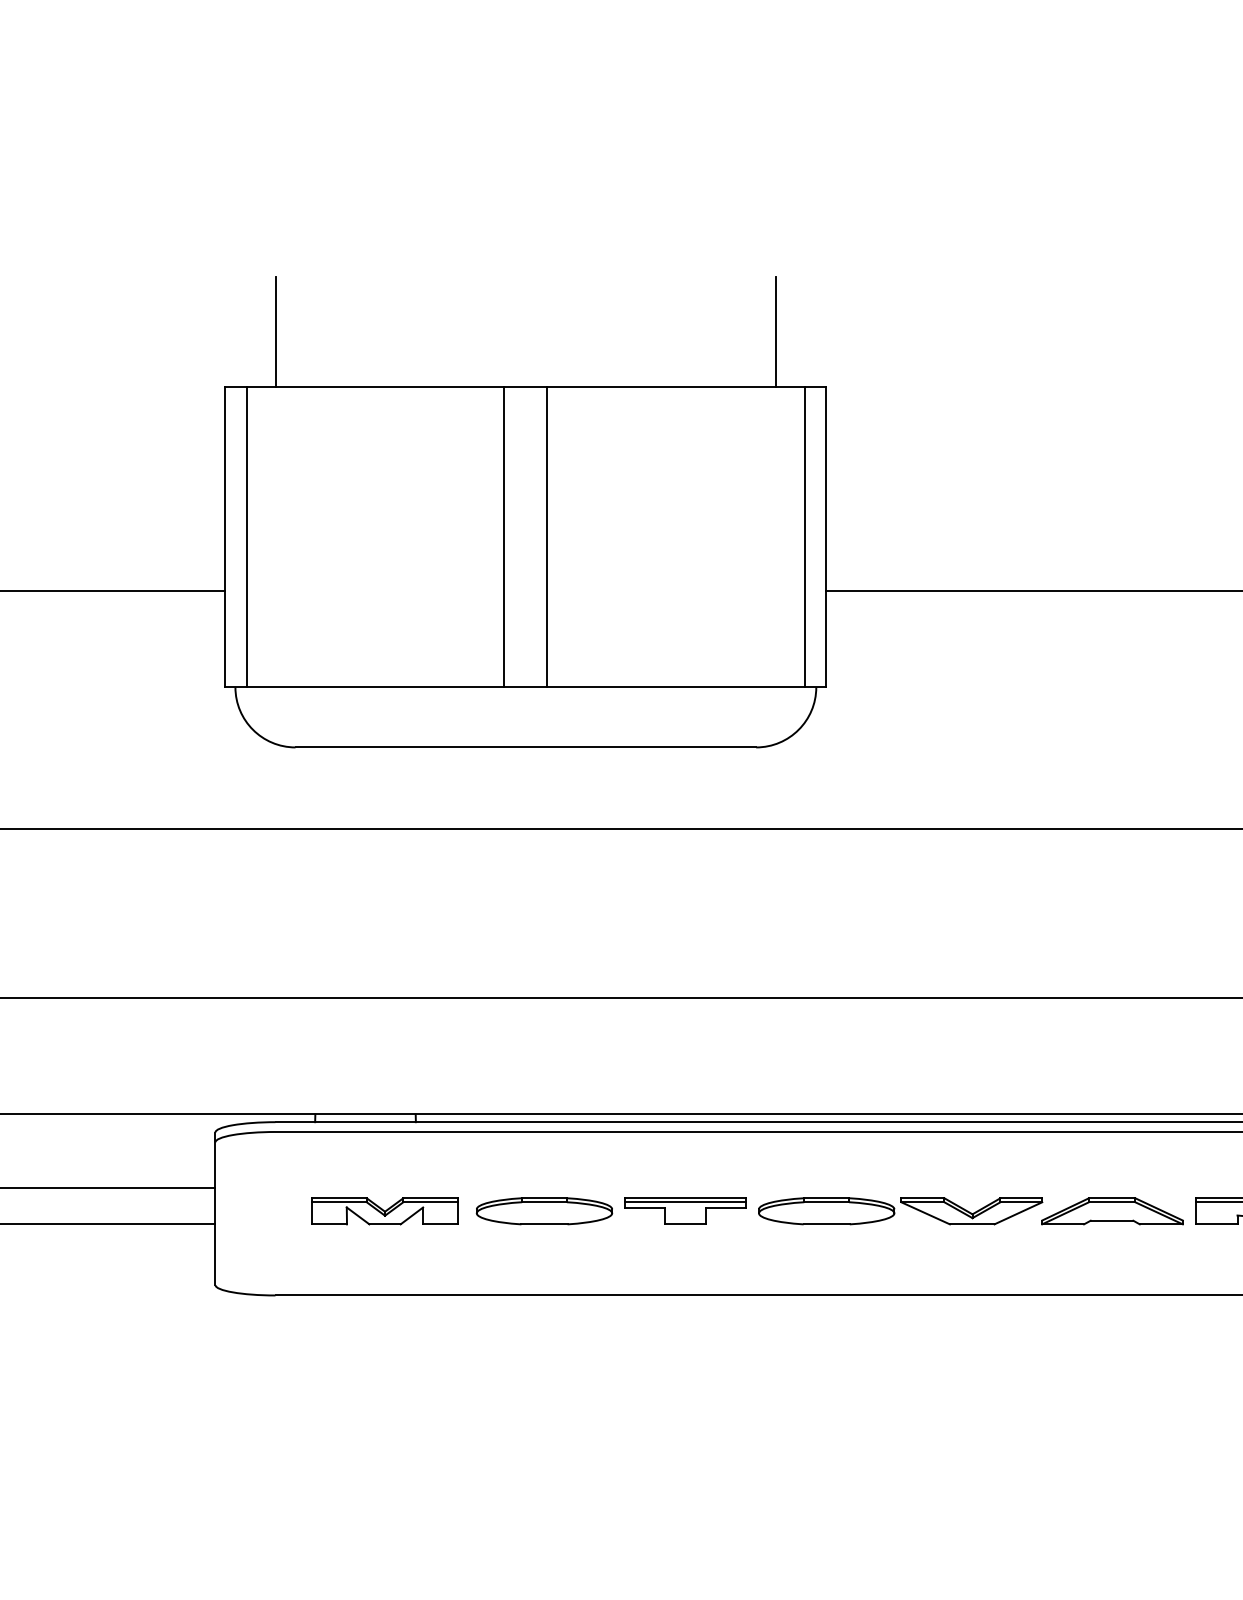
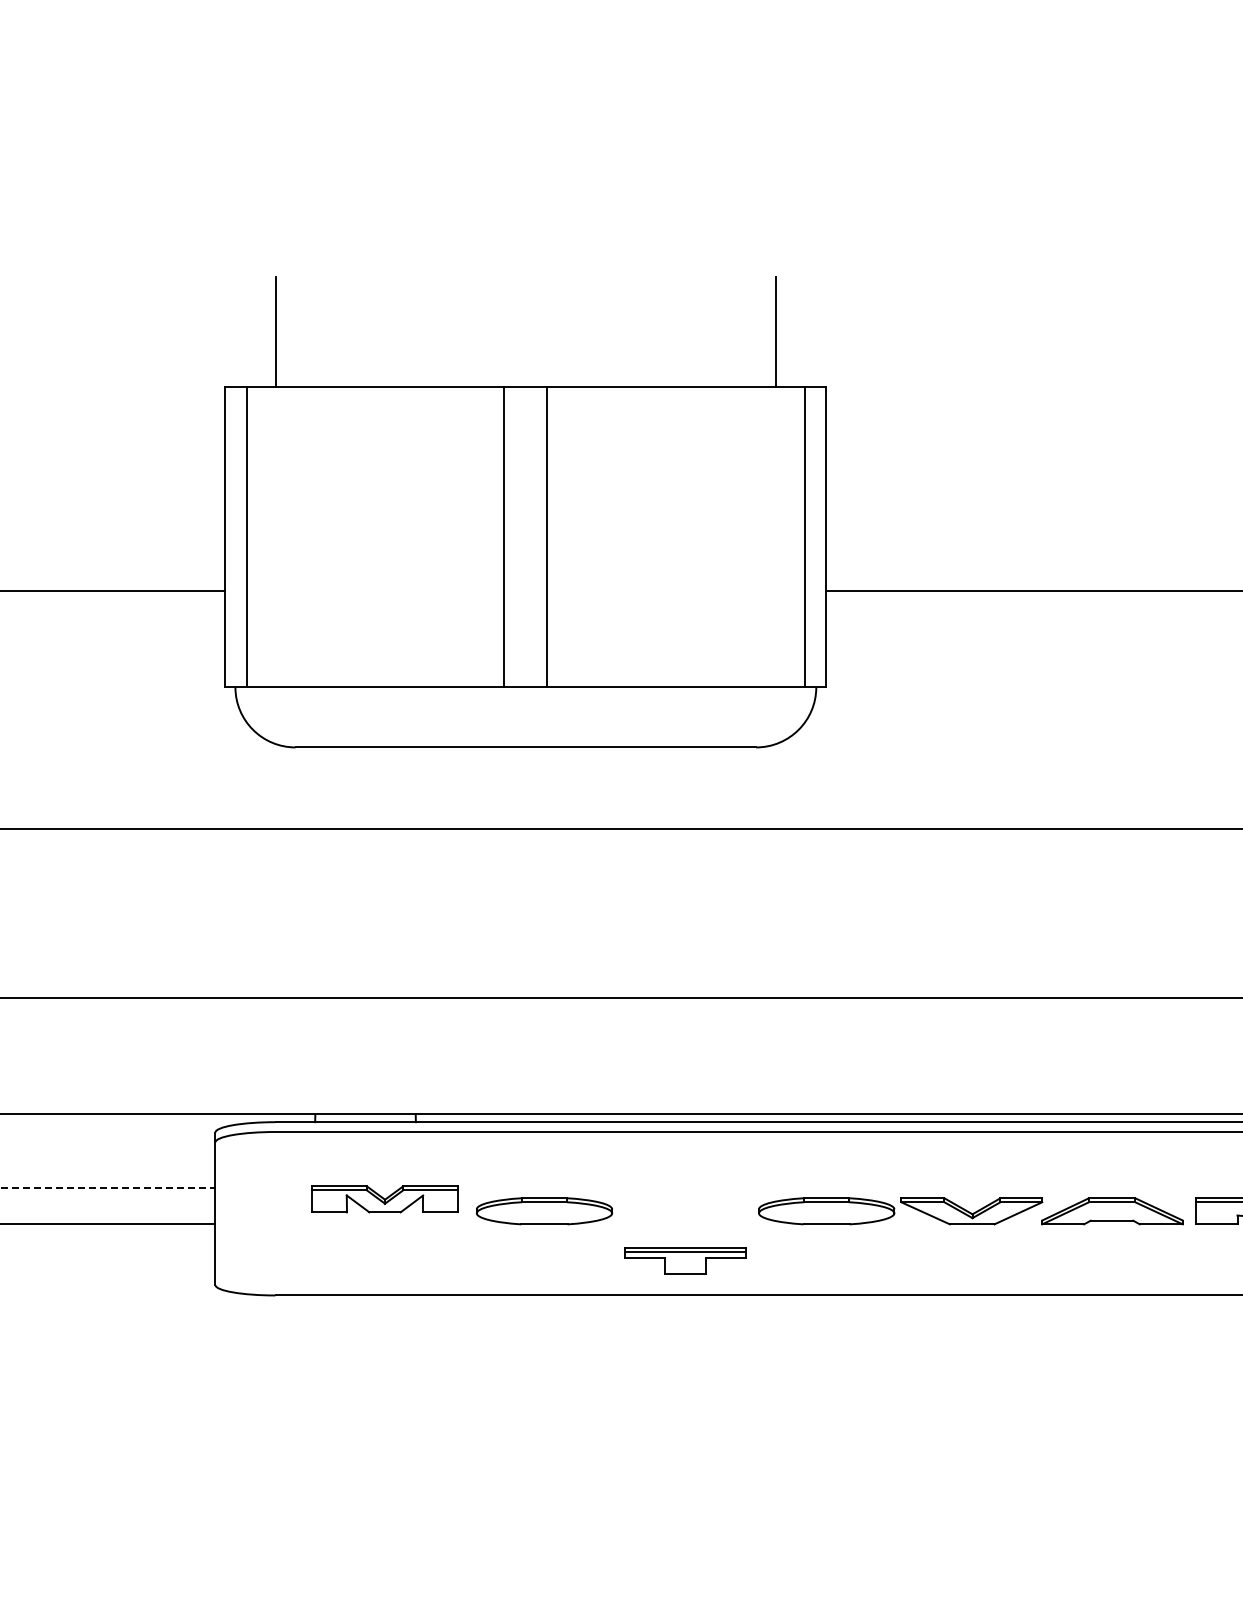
line at (108, 1188): solid -> dashed
part at (685, 1210) position: (685, 1210) -> (685, 1260)
part at (384, 1211) position: (384, 1211) -> (384, 1199)
